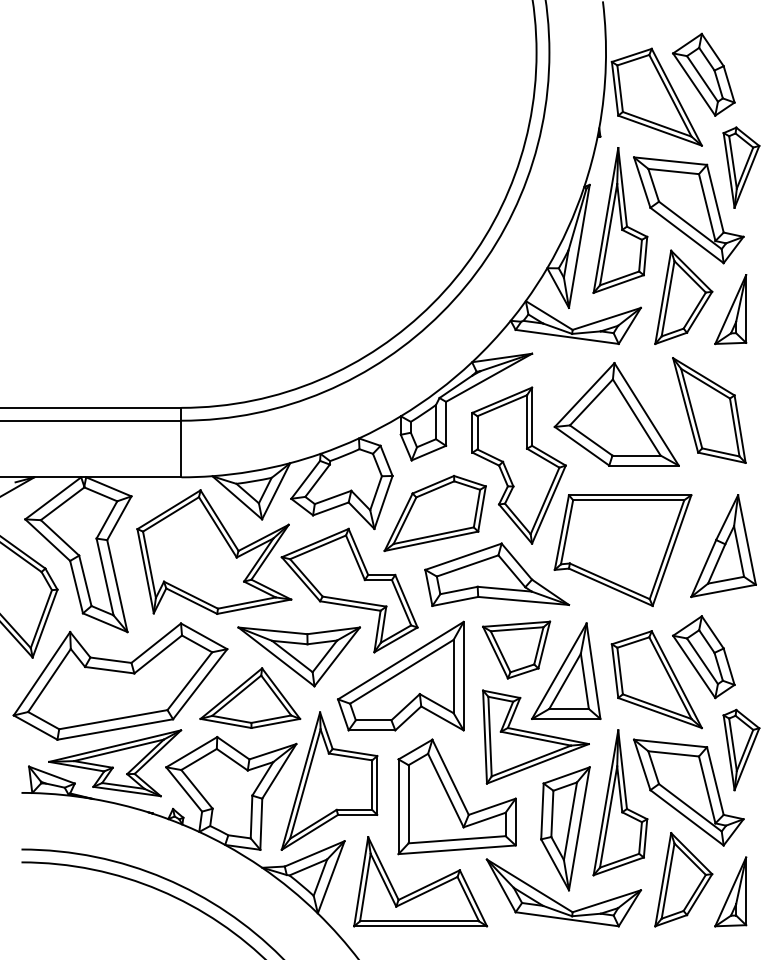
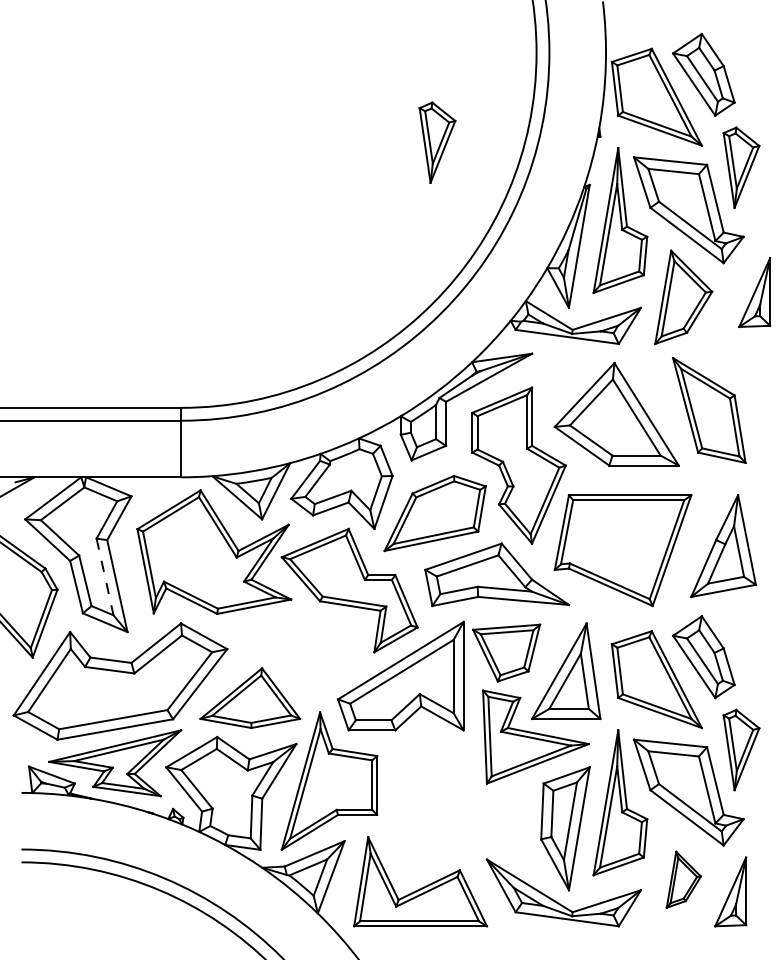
part at (437, 142): none -> present
part at (730, 309) position: (730, 309) -> (754, 292)
line at (105, 577): solid -> dashed
part at (516, 649) position: (516, 649) -> (506, 652)
part at (298, 656): present -> none
part at (456, 796): present -> none
part at (683, 879) size: 60x96 px -> 38x59 px
